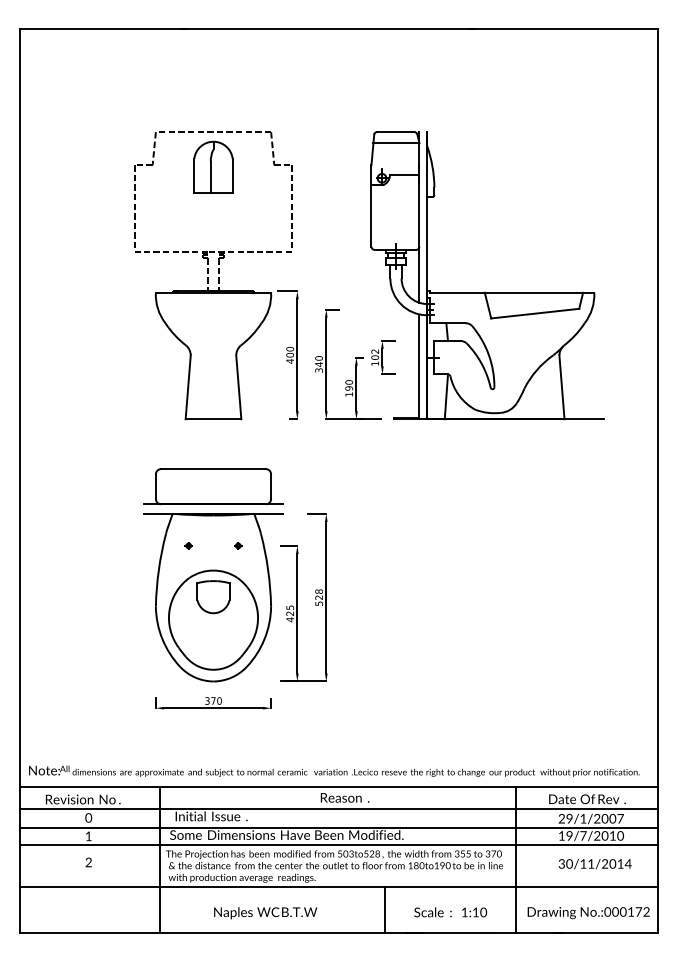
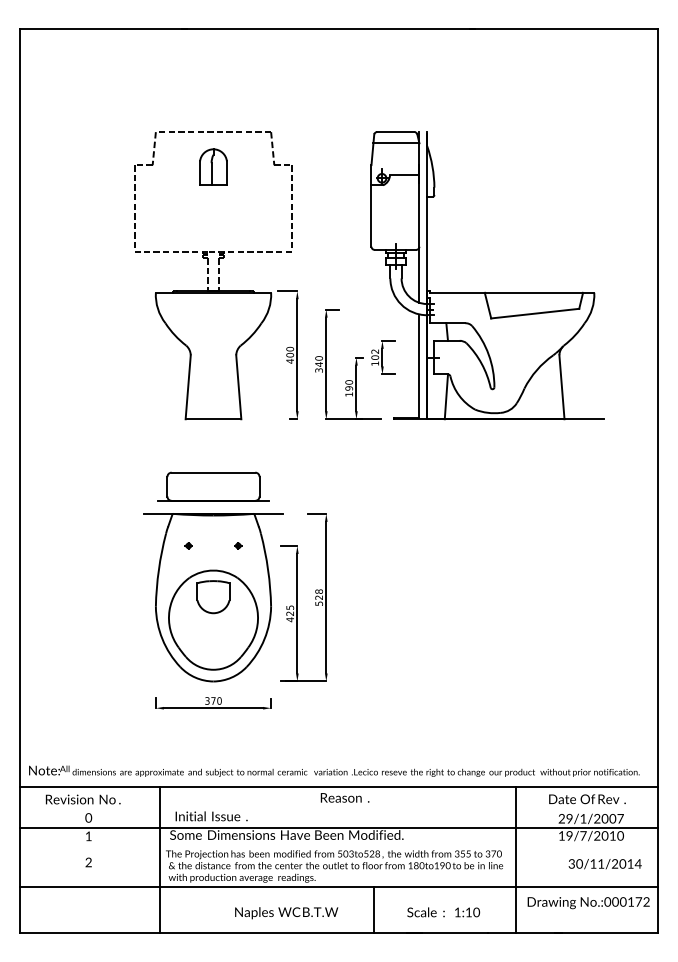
part at (213, 166) size: 41x54 px -> 29x38 px
part at (213, 486) size: 141x38 px -> 113x31 px
line at (338, 808): present -> none
line at (338, 844): present -> none
text at (594, 864) position: (594, 864) -> (604, 864)
line at (385, 909) position: (385, 909) -> (374, 909)
text at (450, 912) position: (450, 912) -> (443, 912)
text at (265, 913) position: (265, 913) -> (286, 913)
text at (588, 913) position: (588, 913) -> (588, 903)
